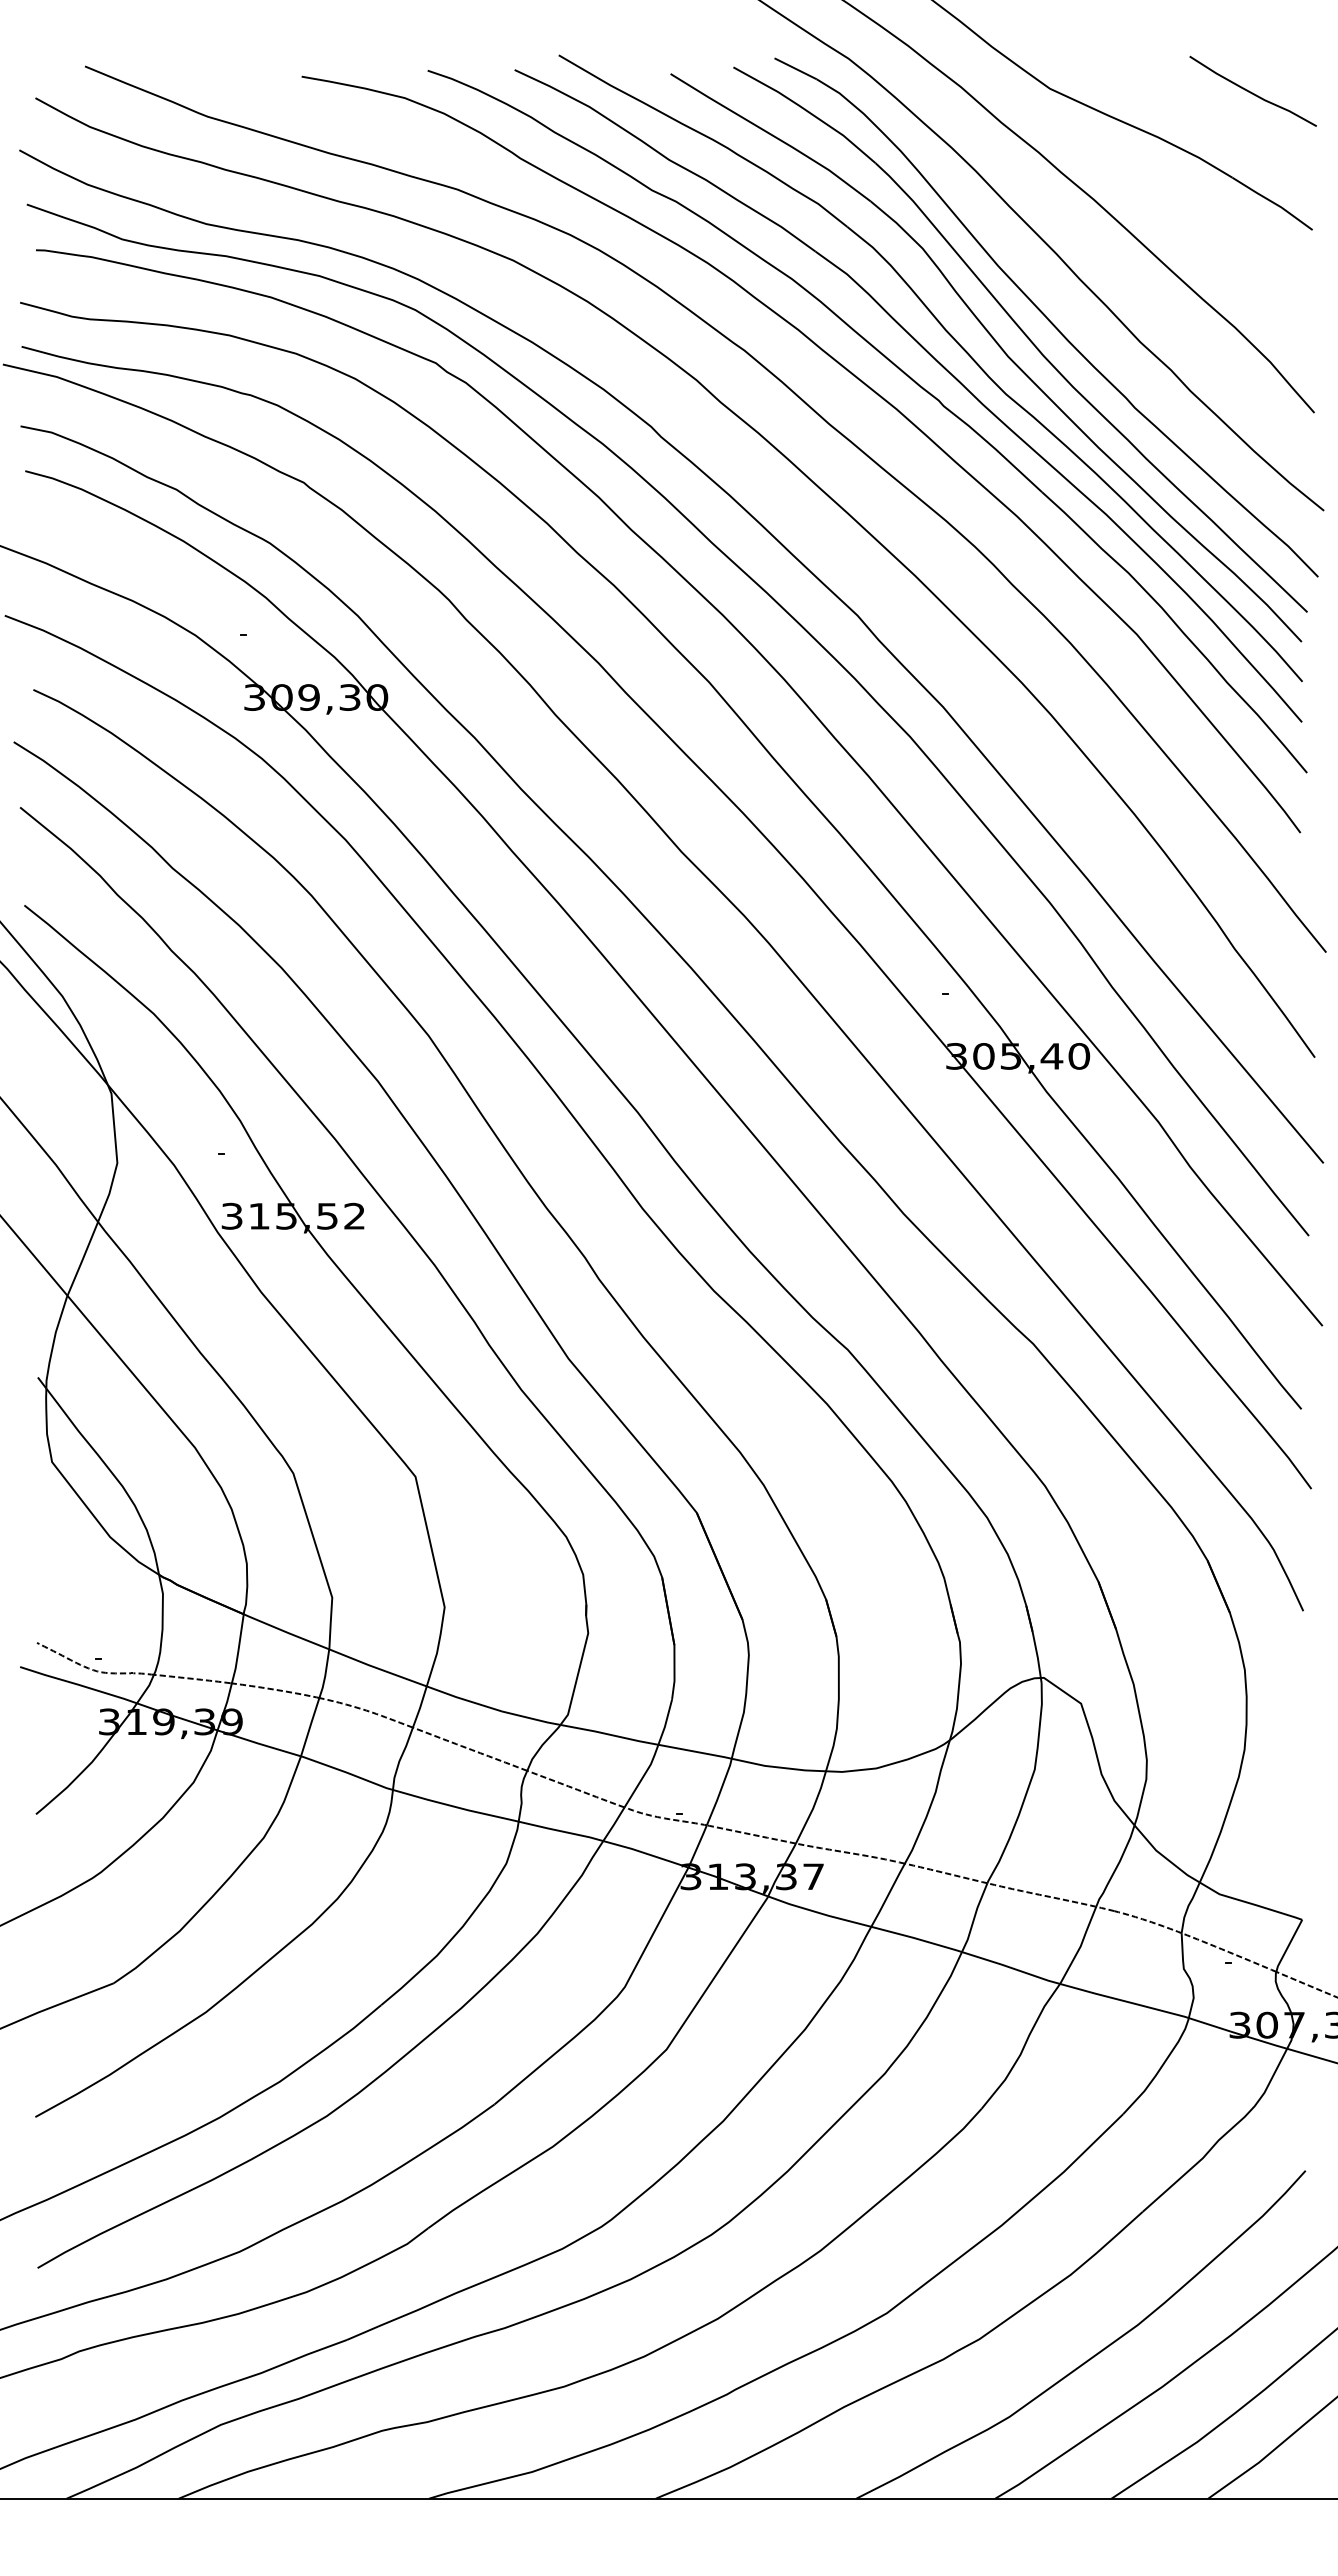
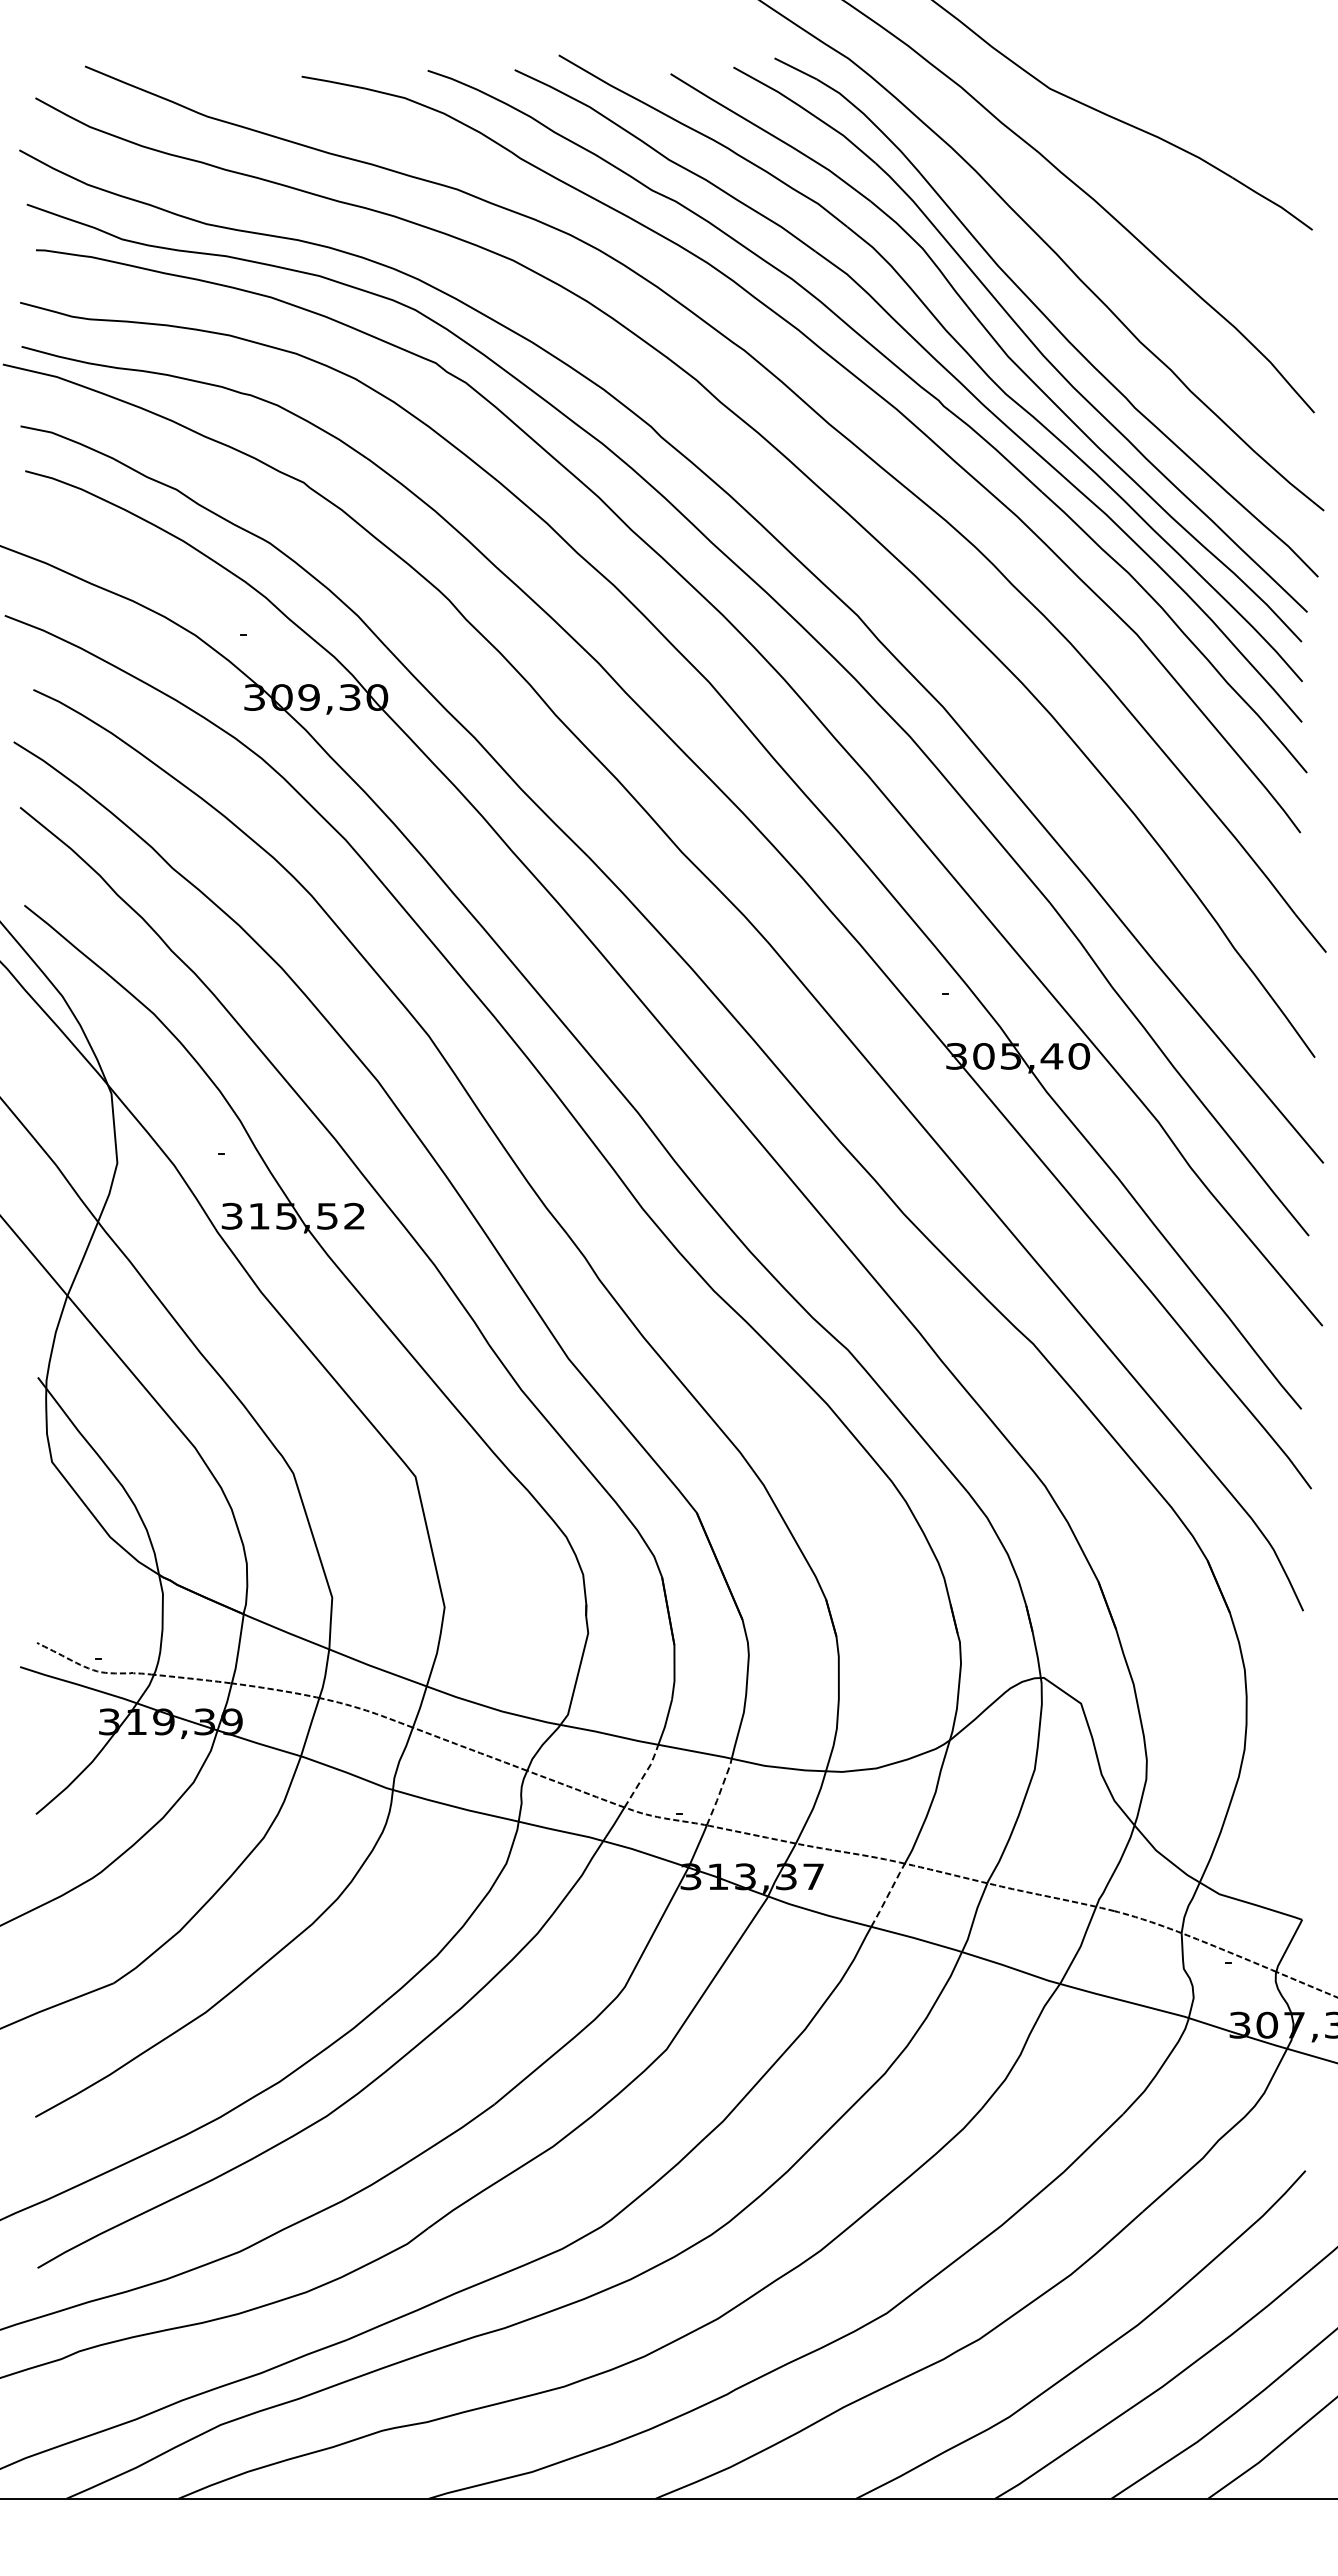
curve at (1251, 91): present -> none
line at (644, 1775): solid -> dashed
line at (720, 1792): solid -> dashed
line at (888, 1895): solid -> dashed
